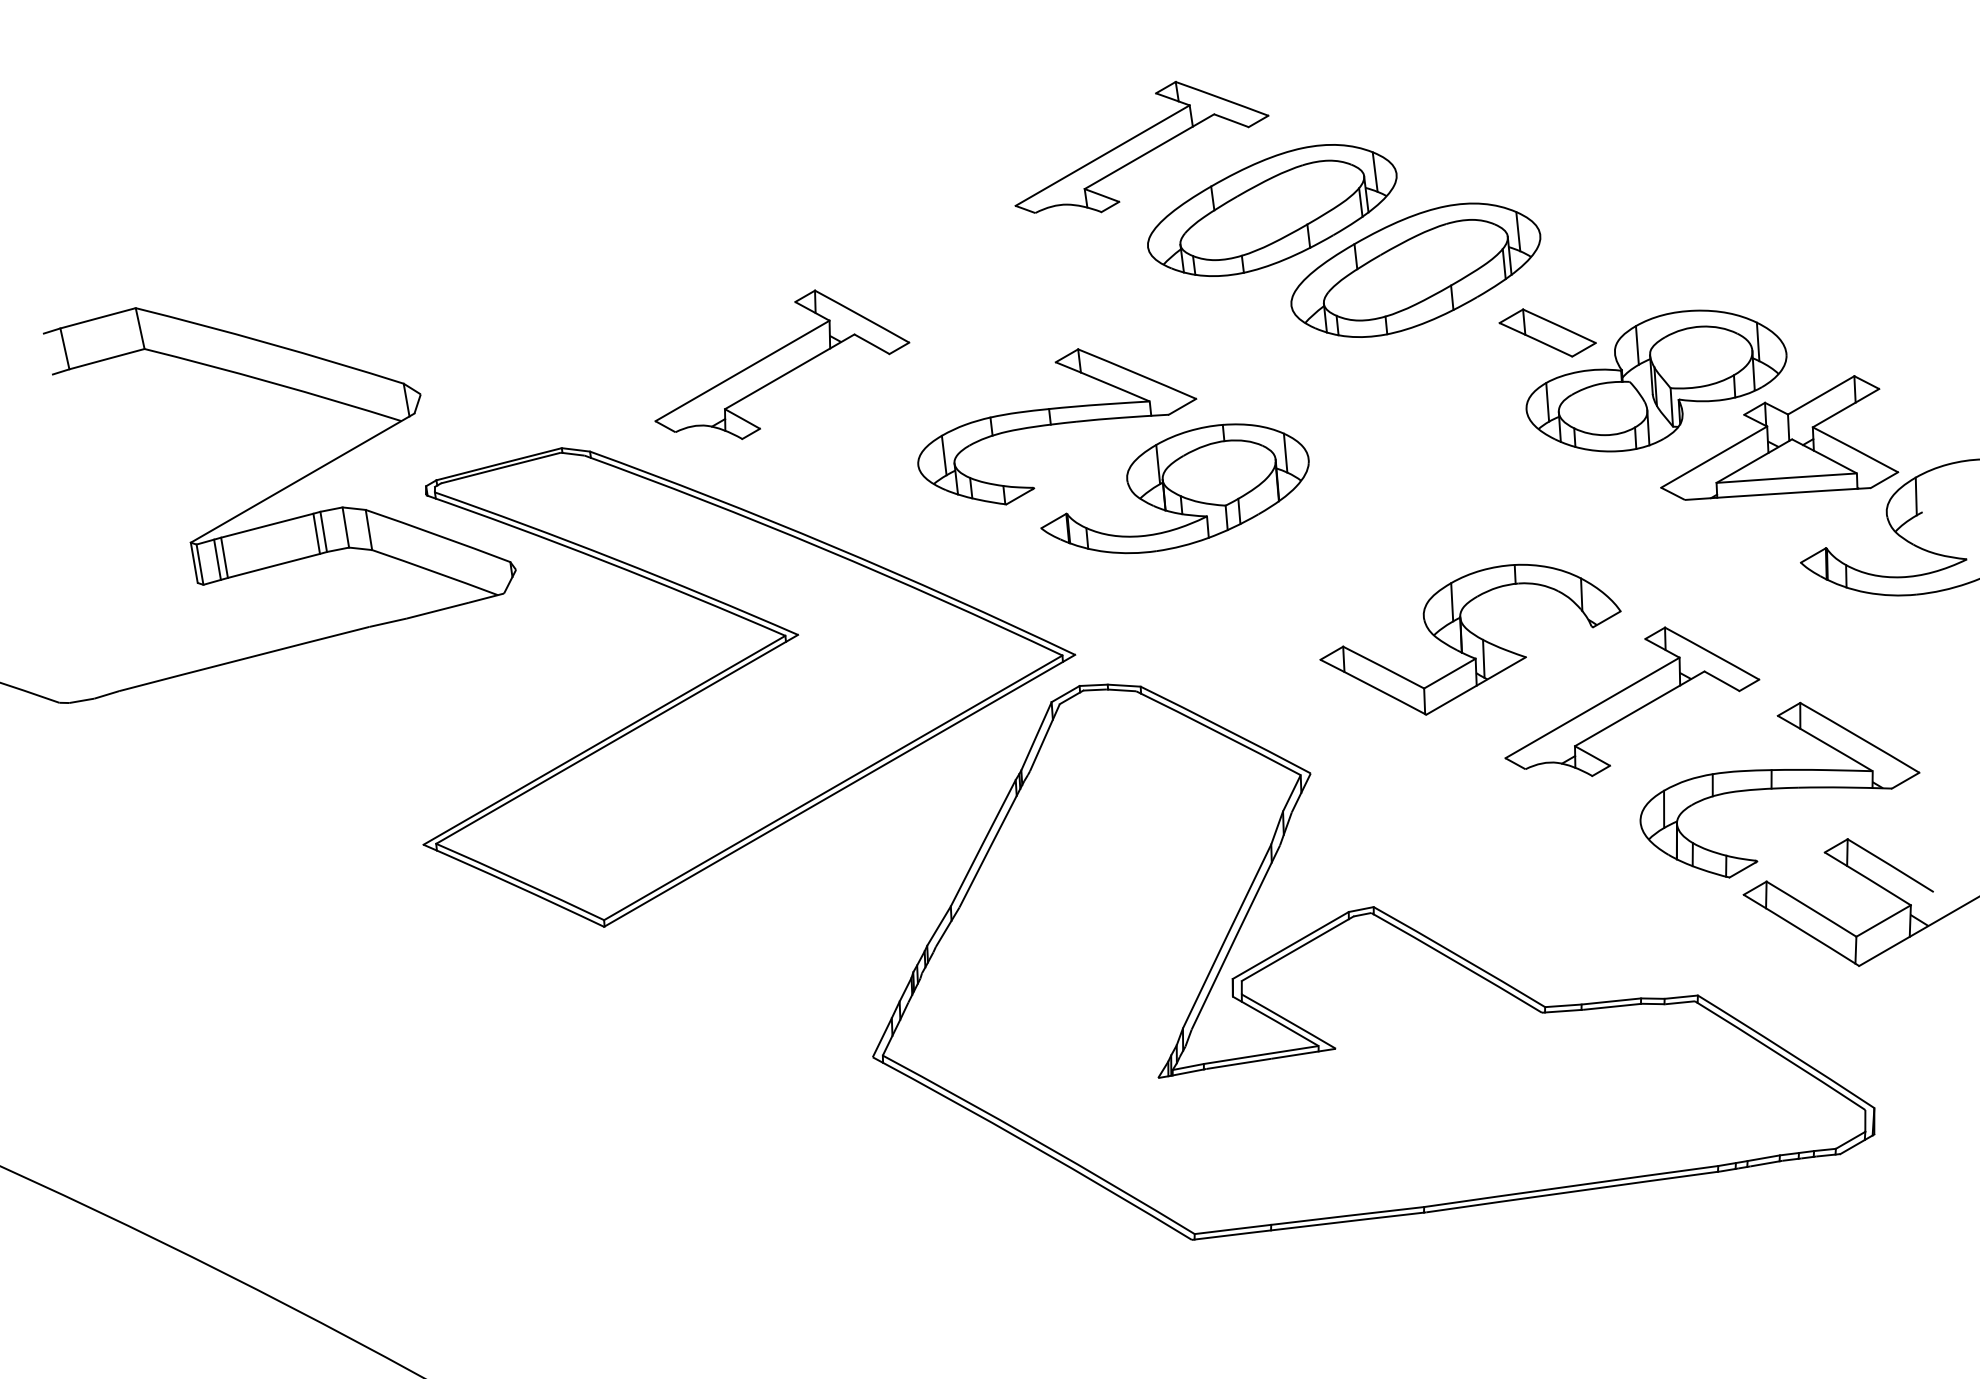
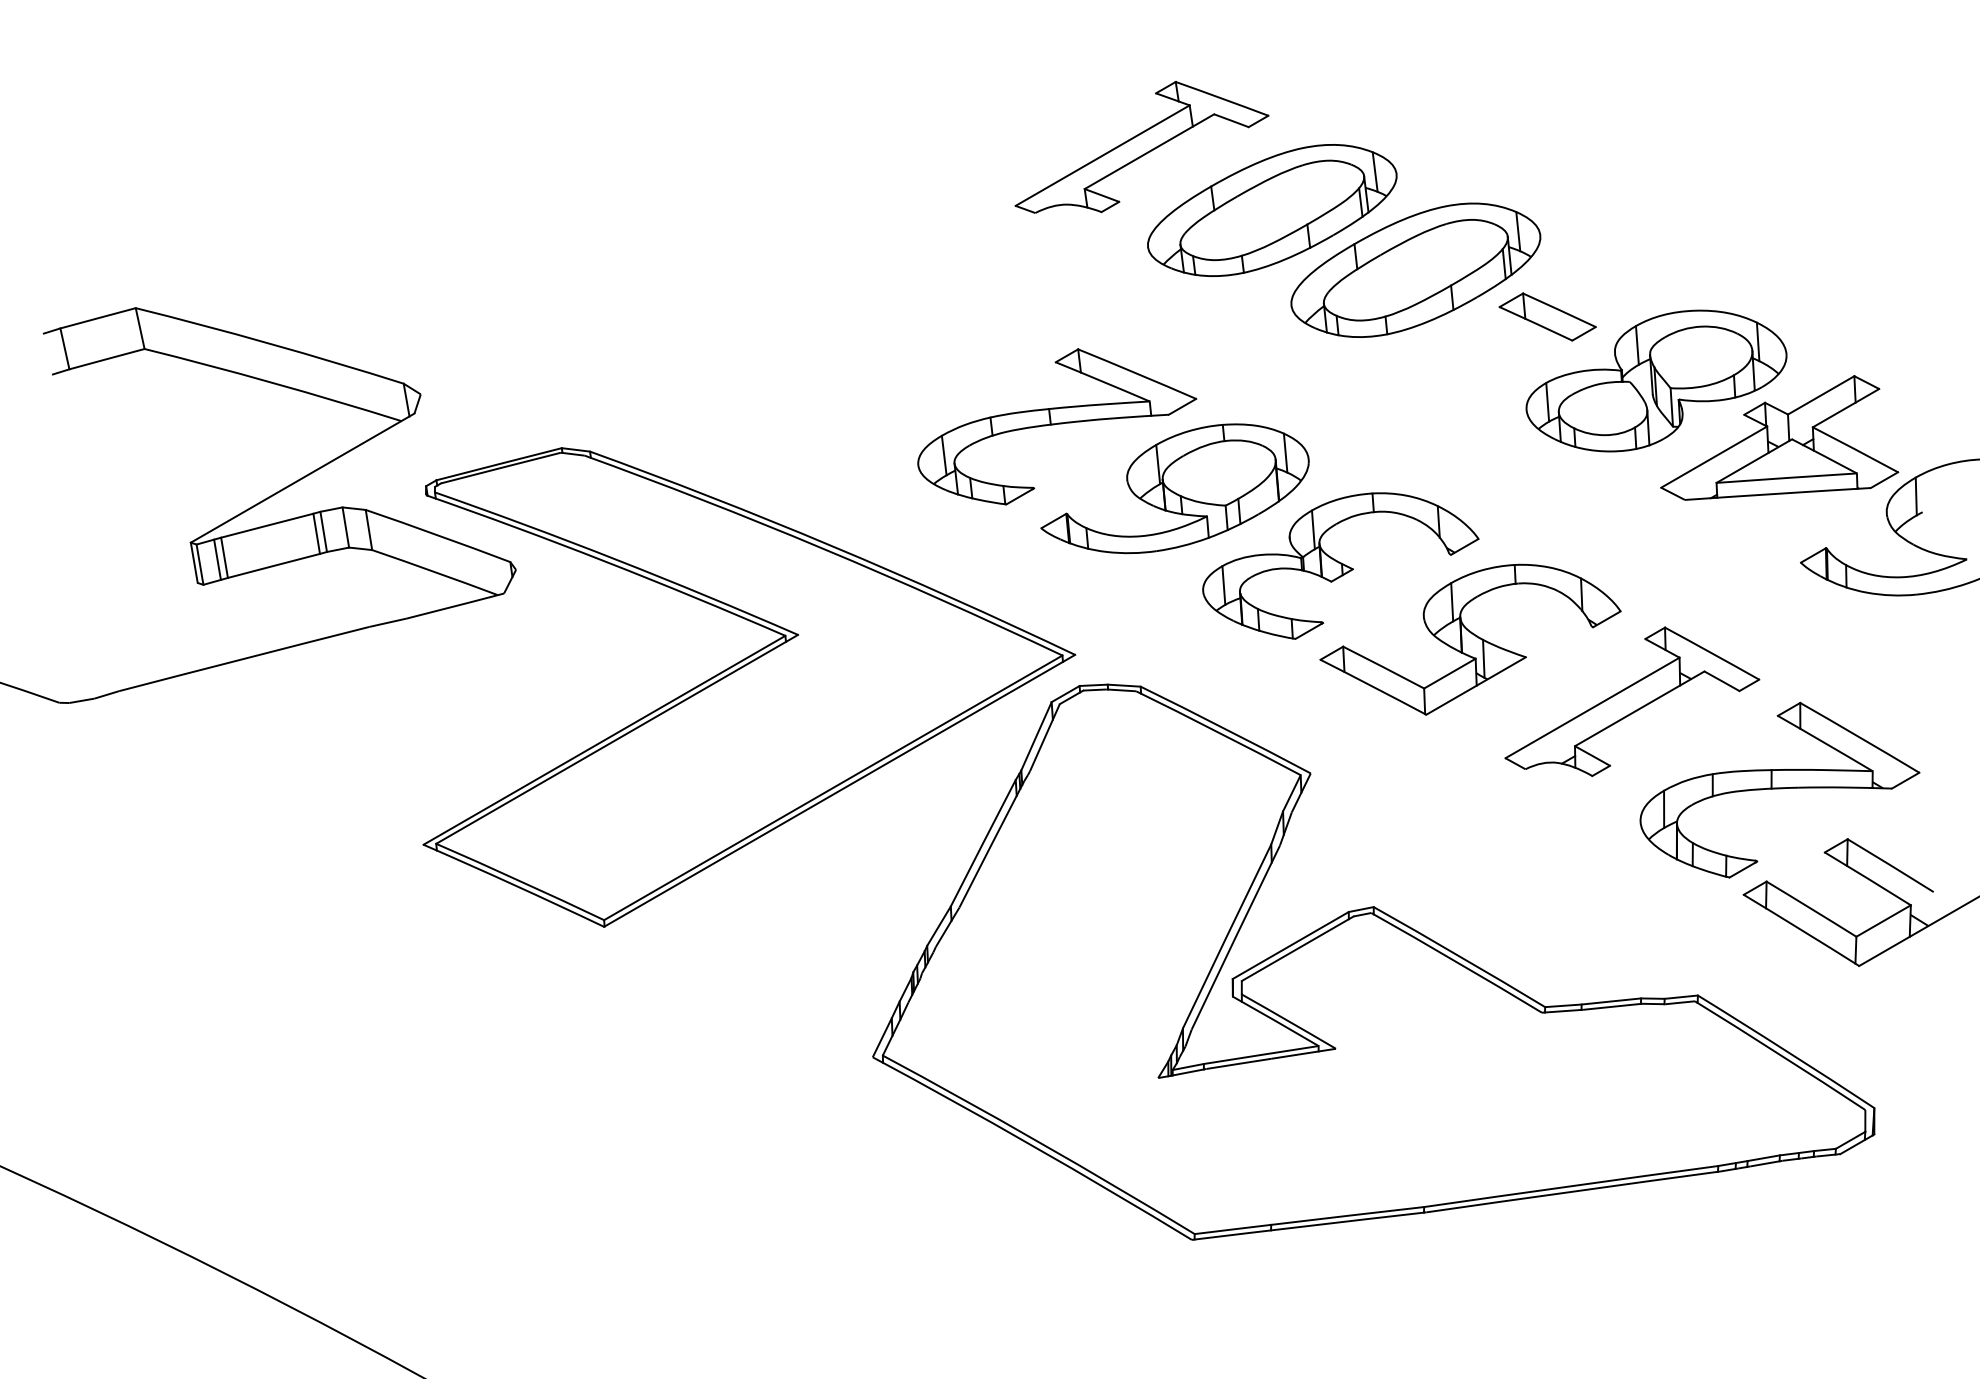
part at (1547, 332) position: (1547, 332) -> (1547, 316)
part at (782, 364): present -> none
part at (1340, 565): none -> present
